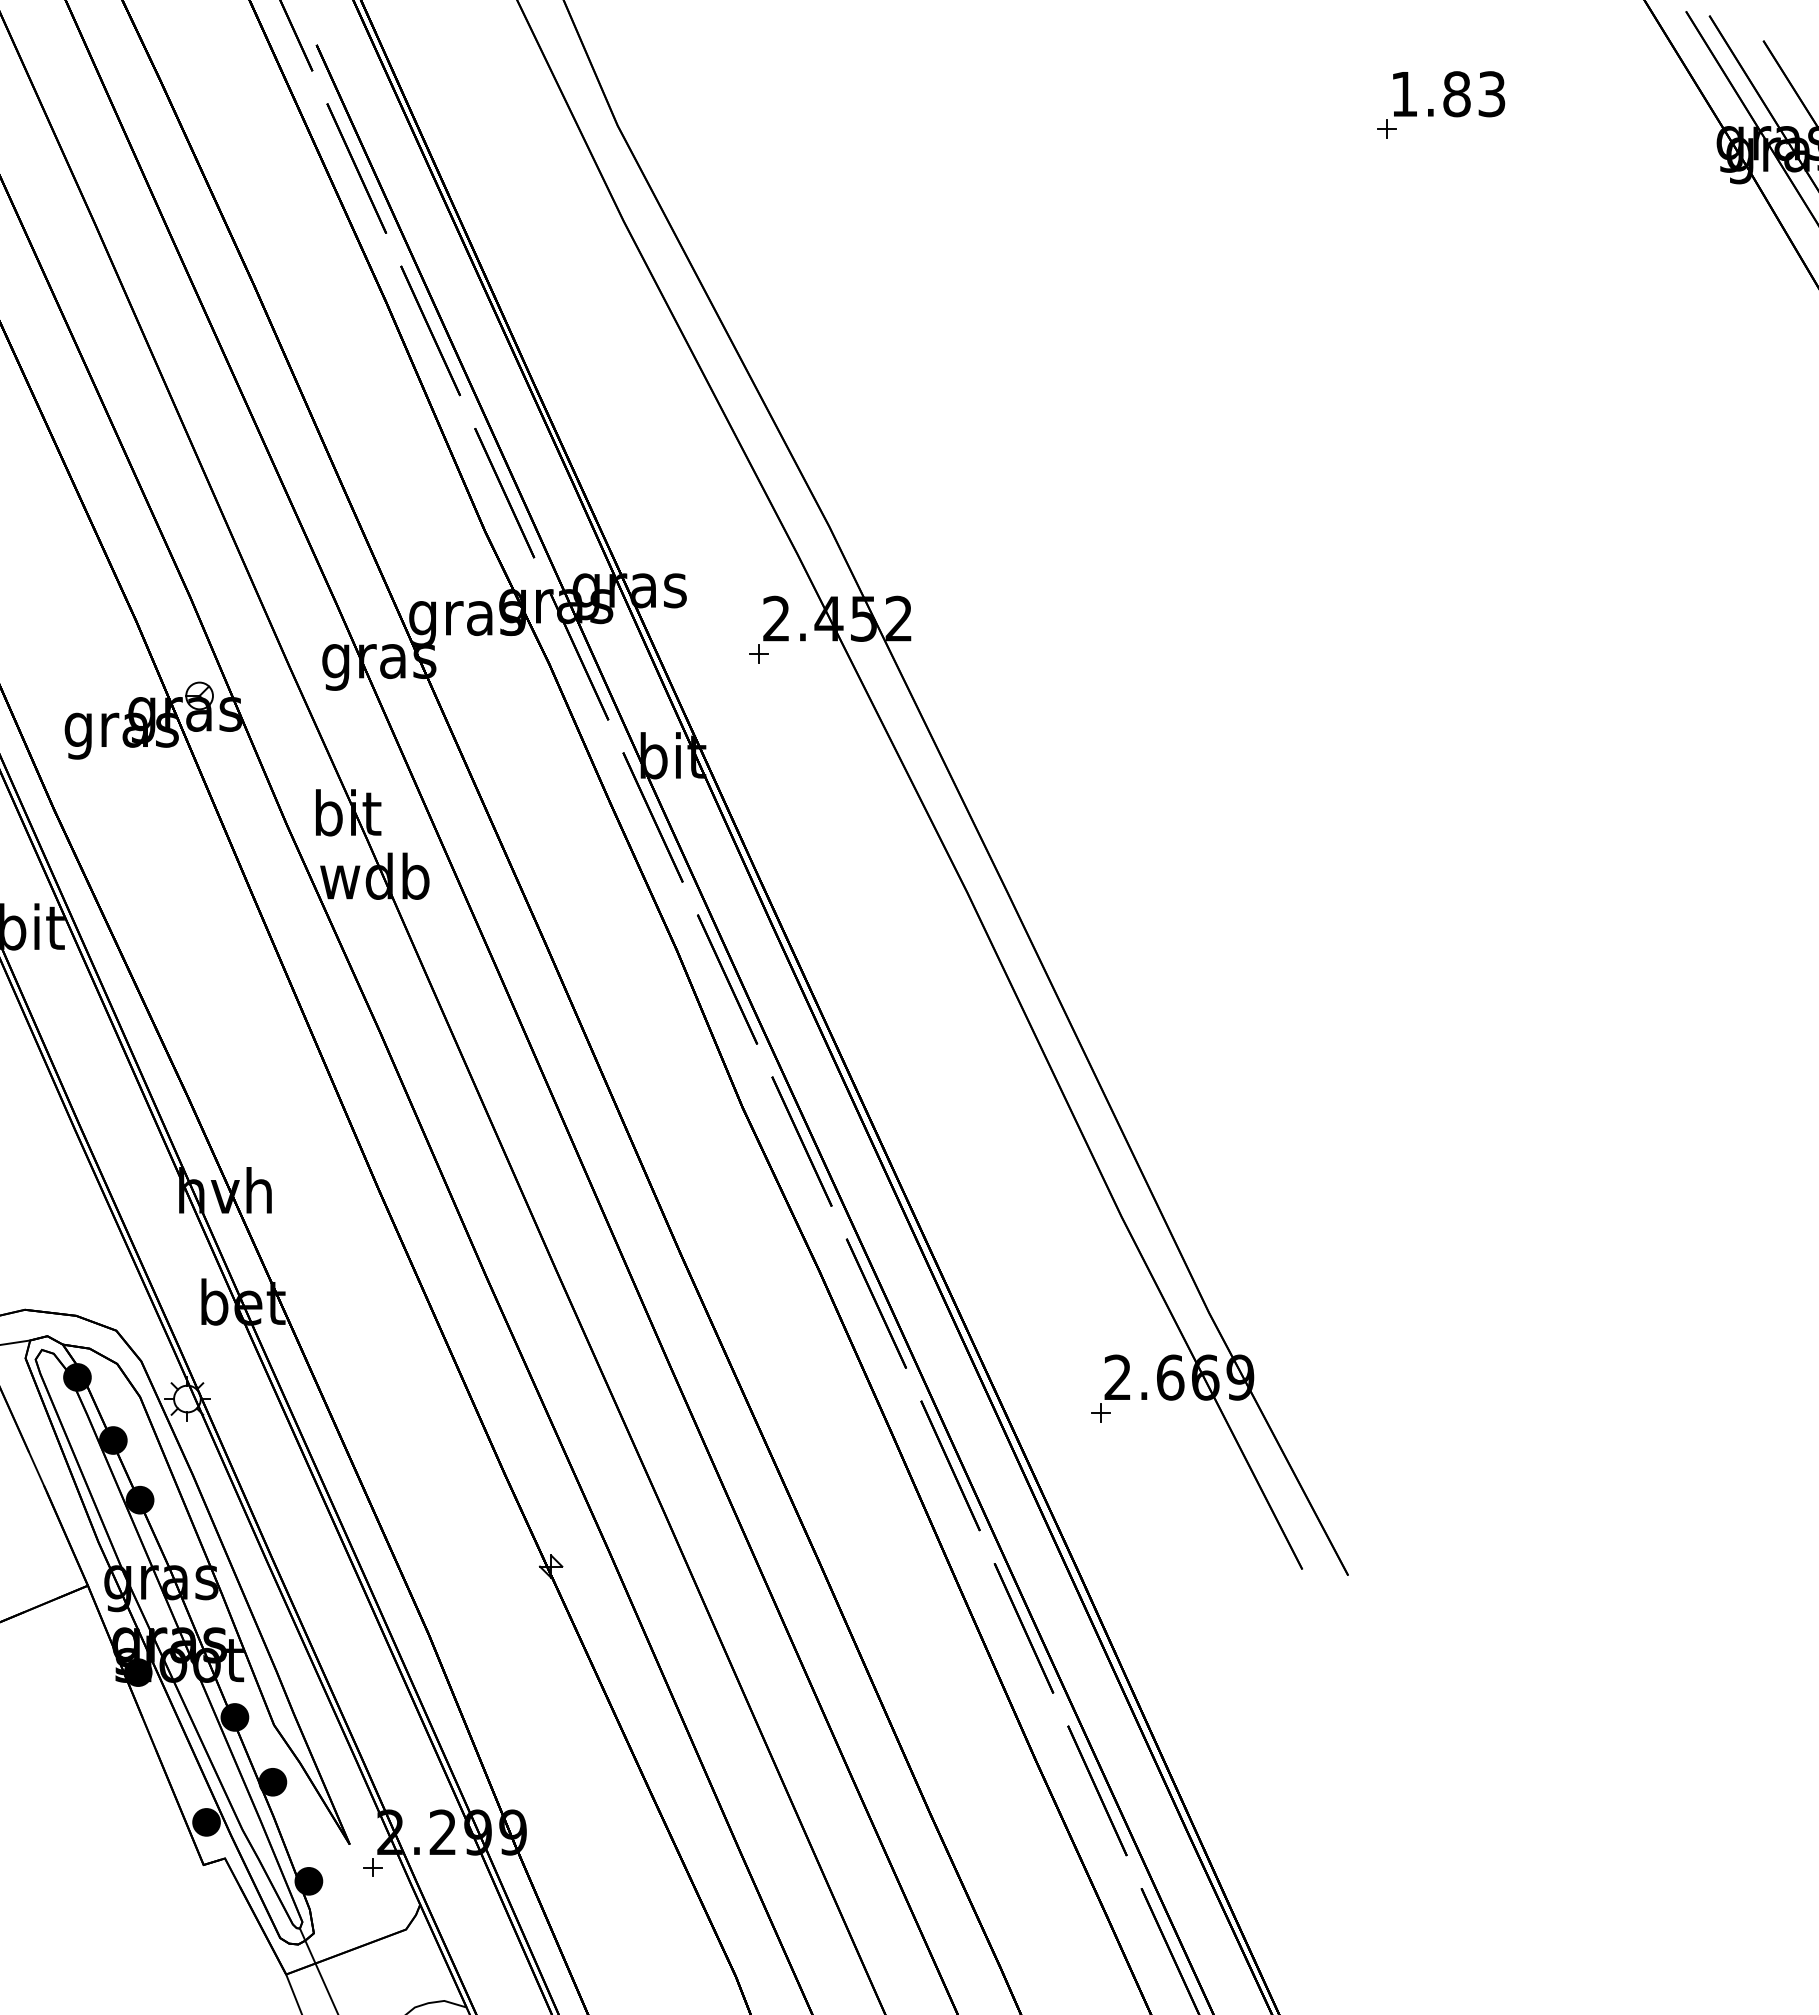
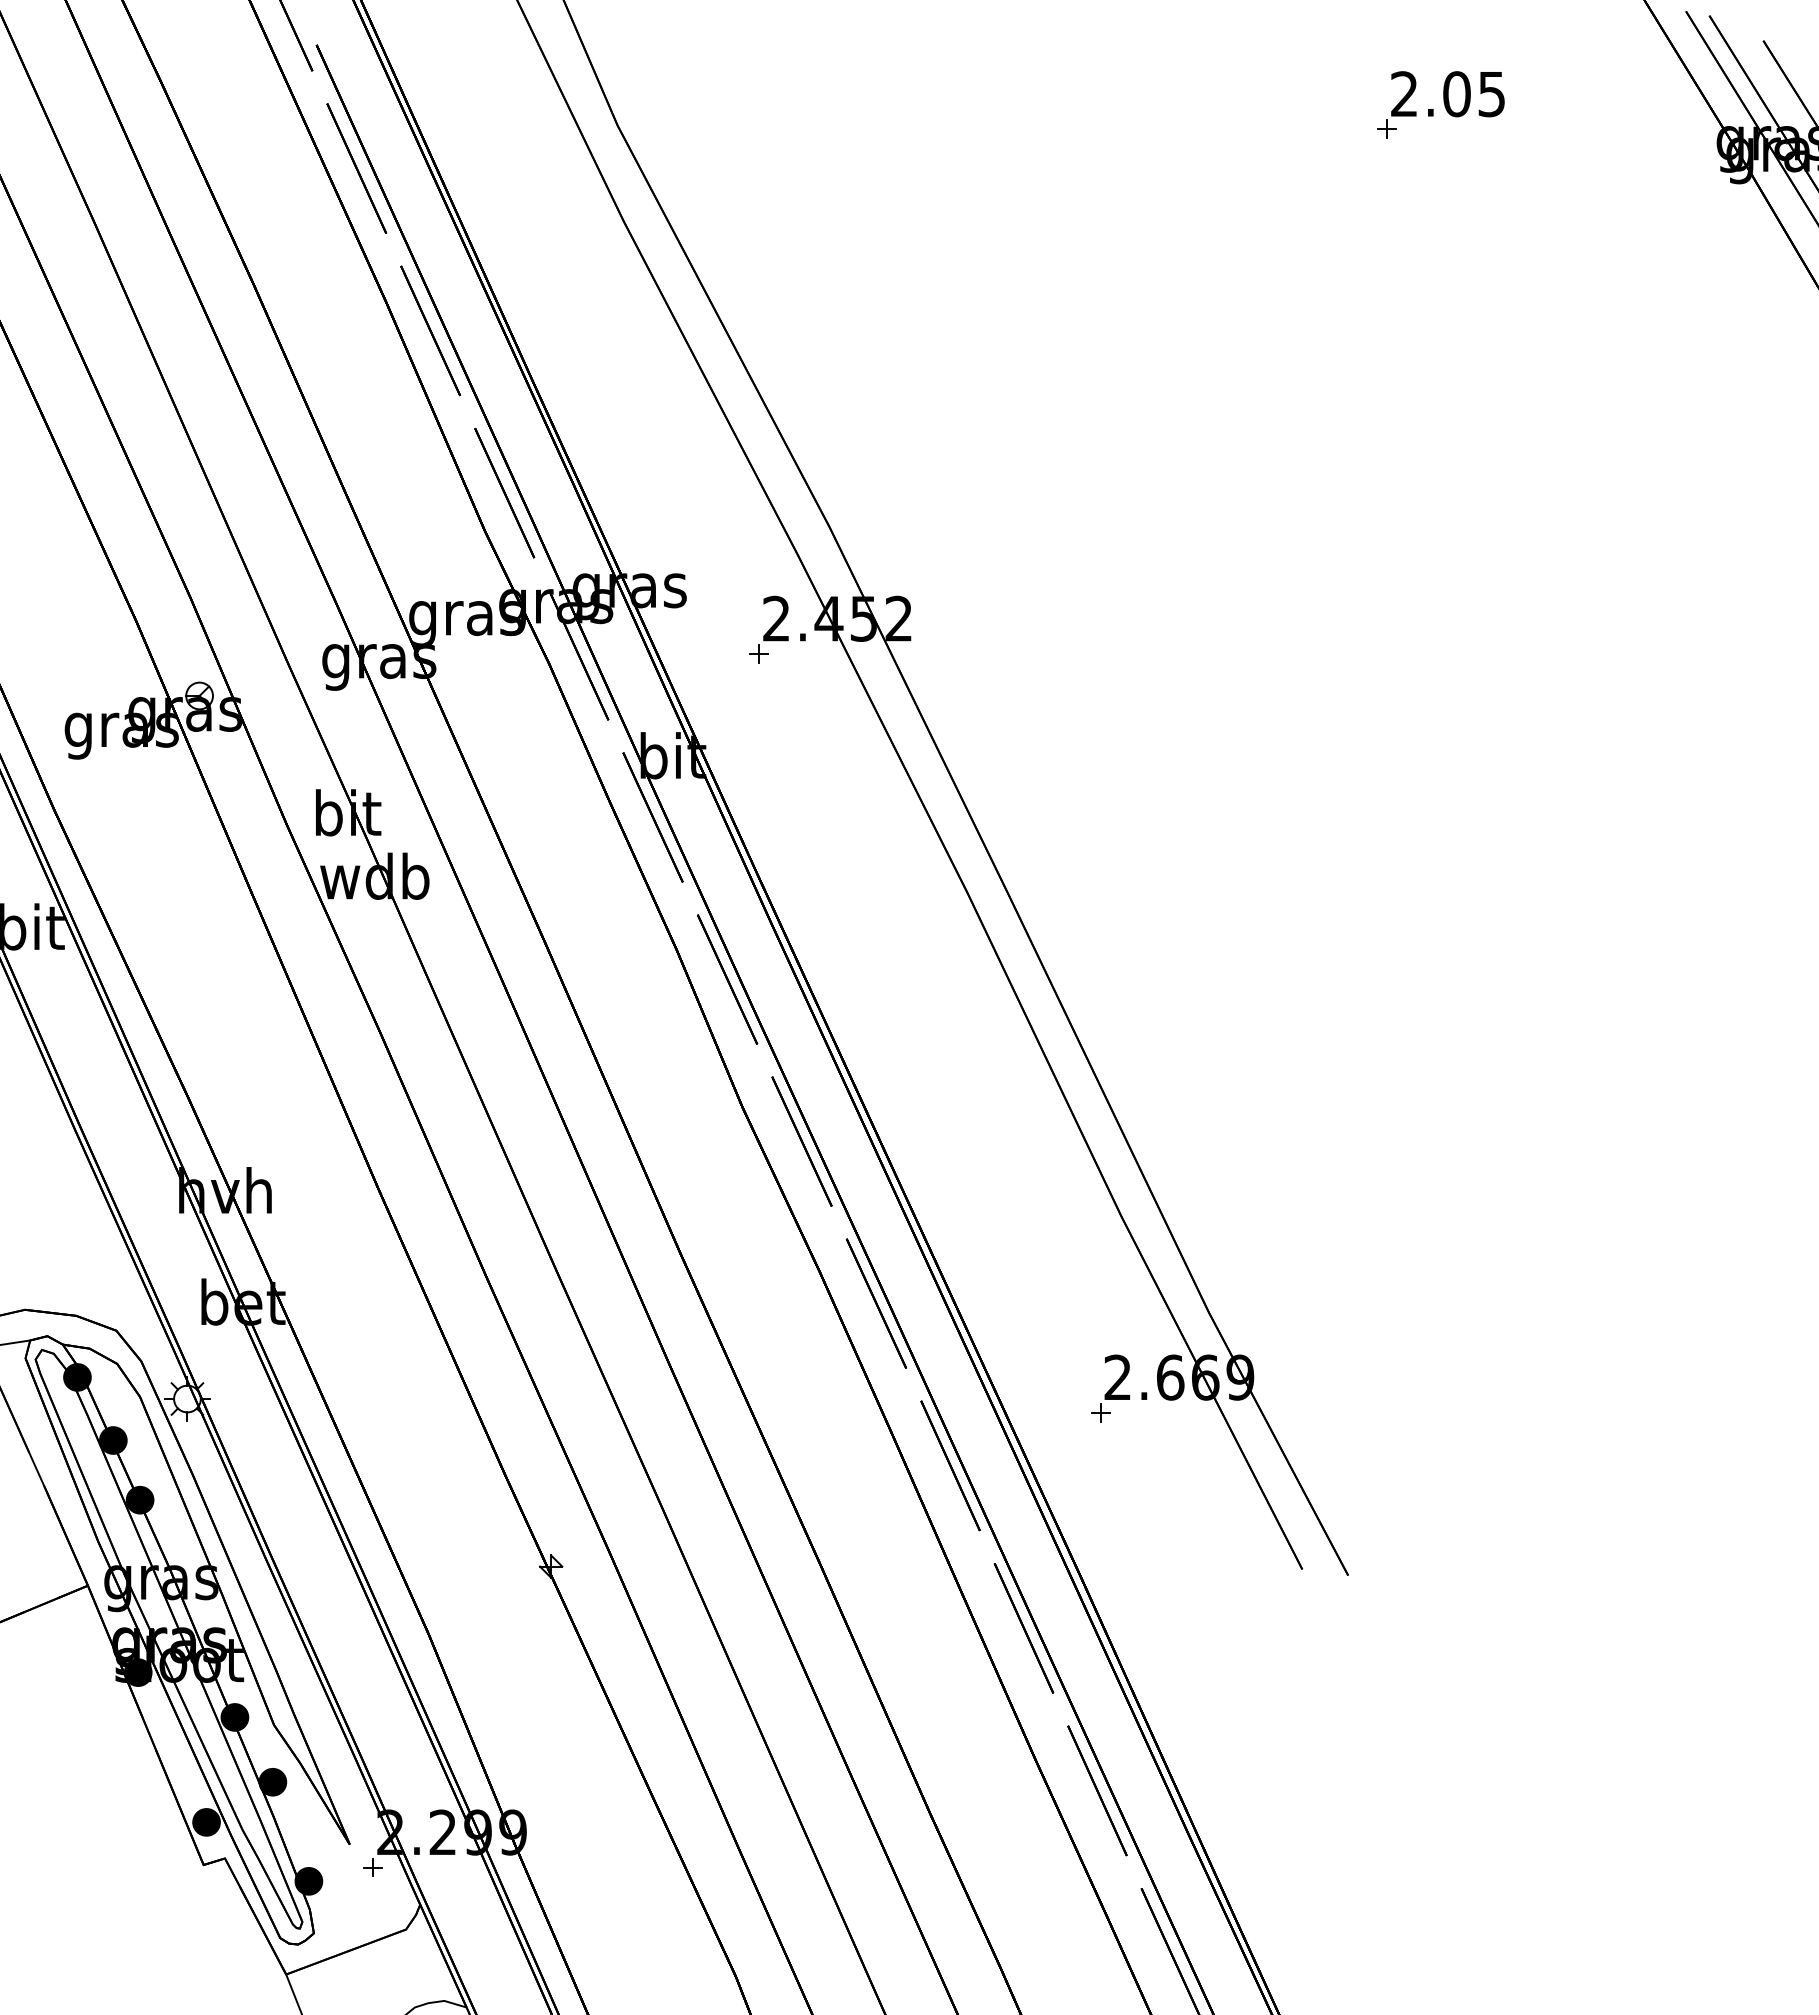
text at (1448, 94): 1.83 -> 2.05
line at (317, 1969): present -> none
